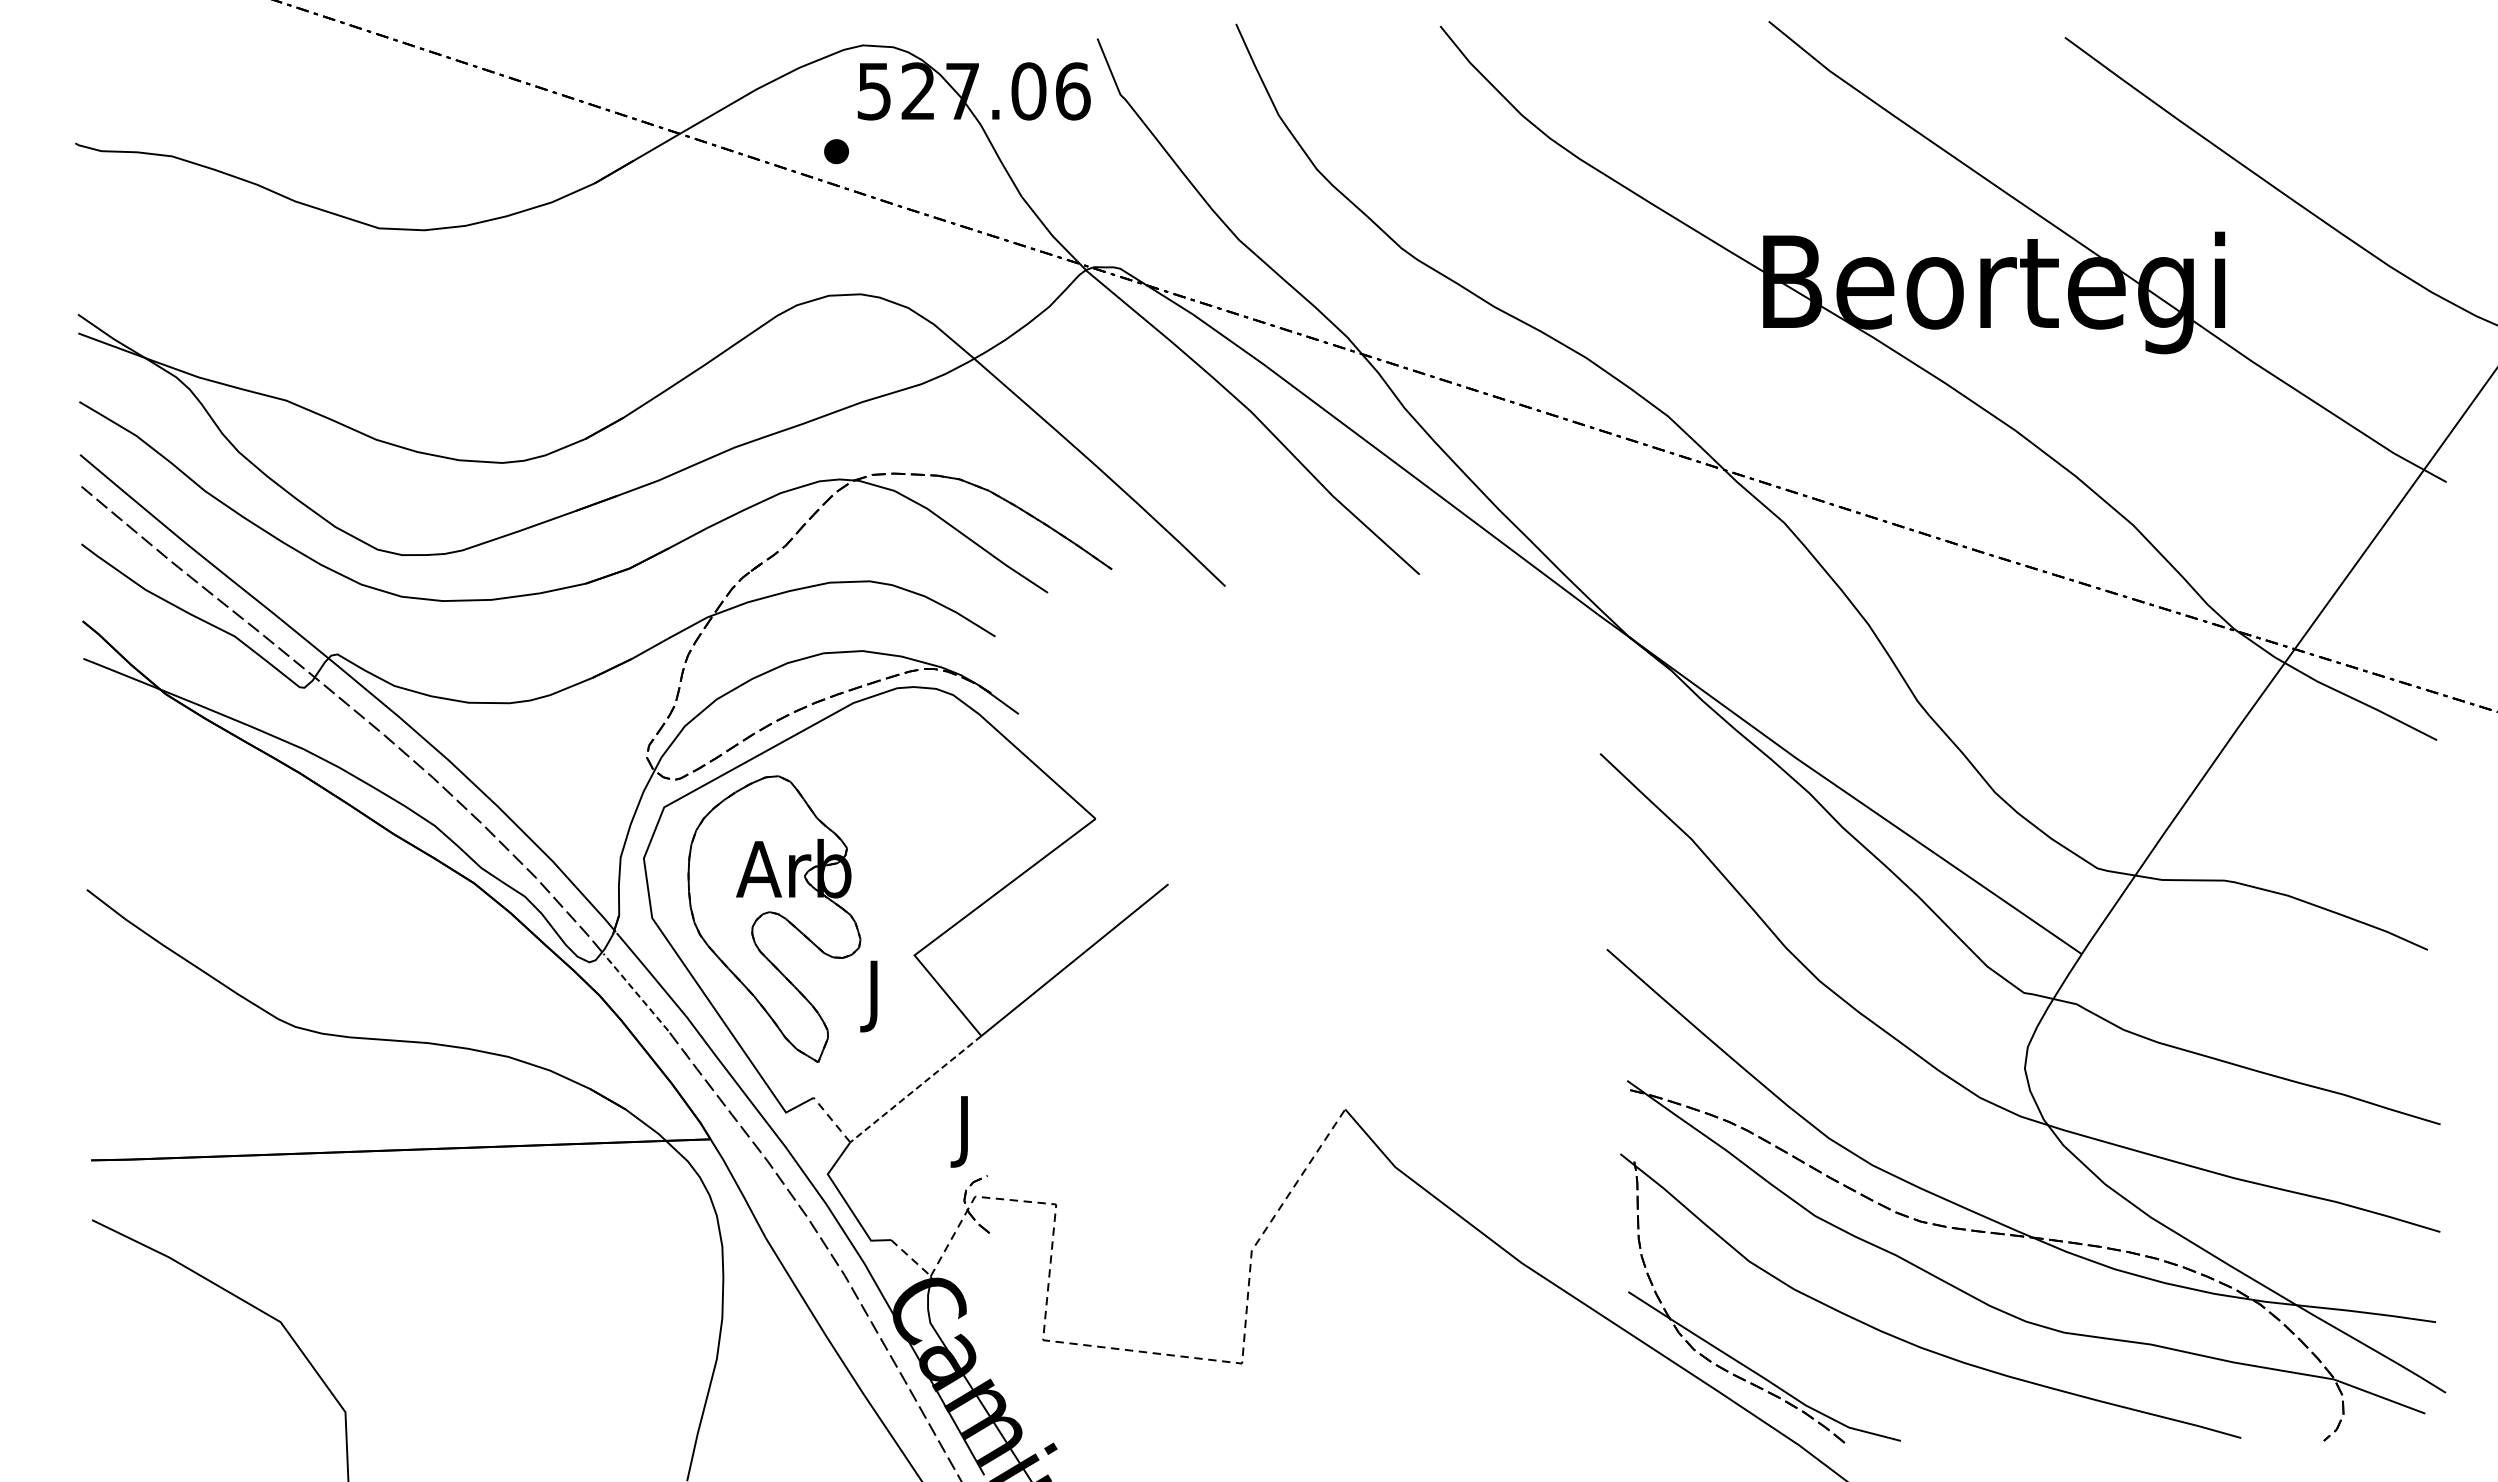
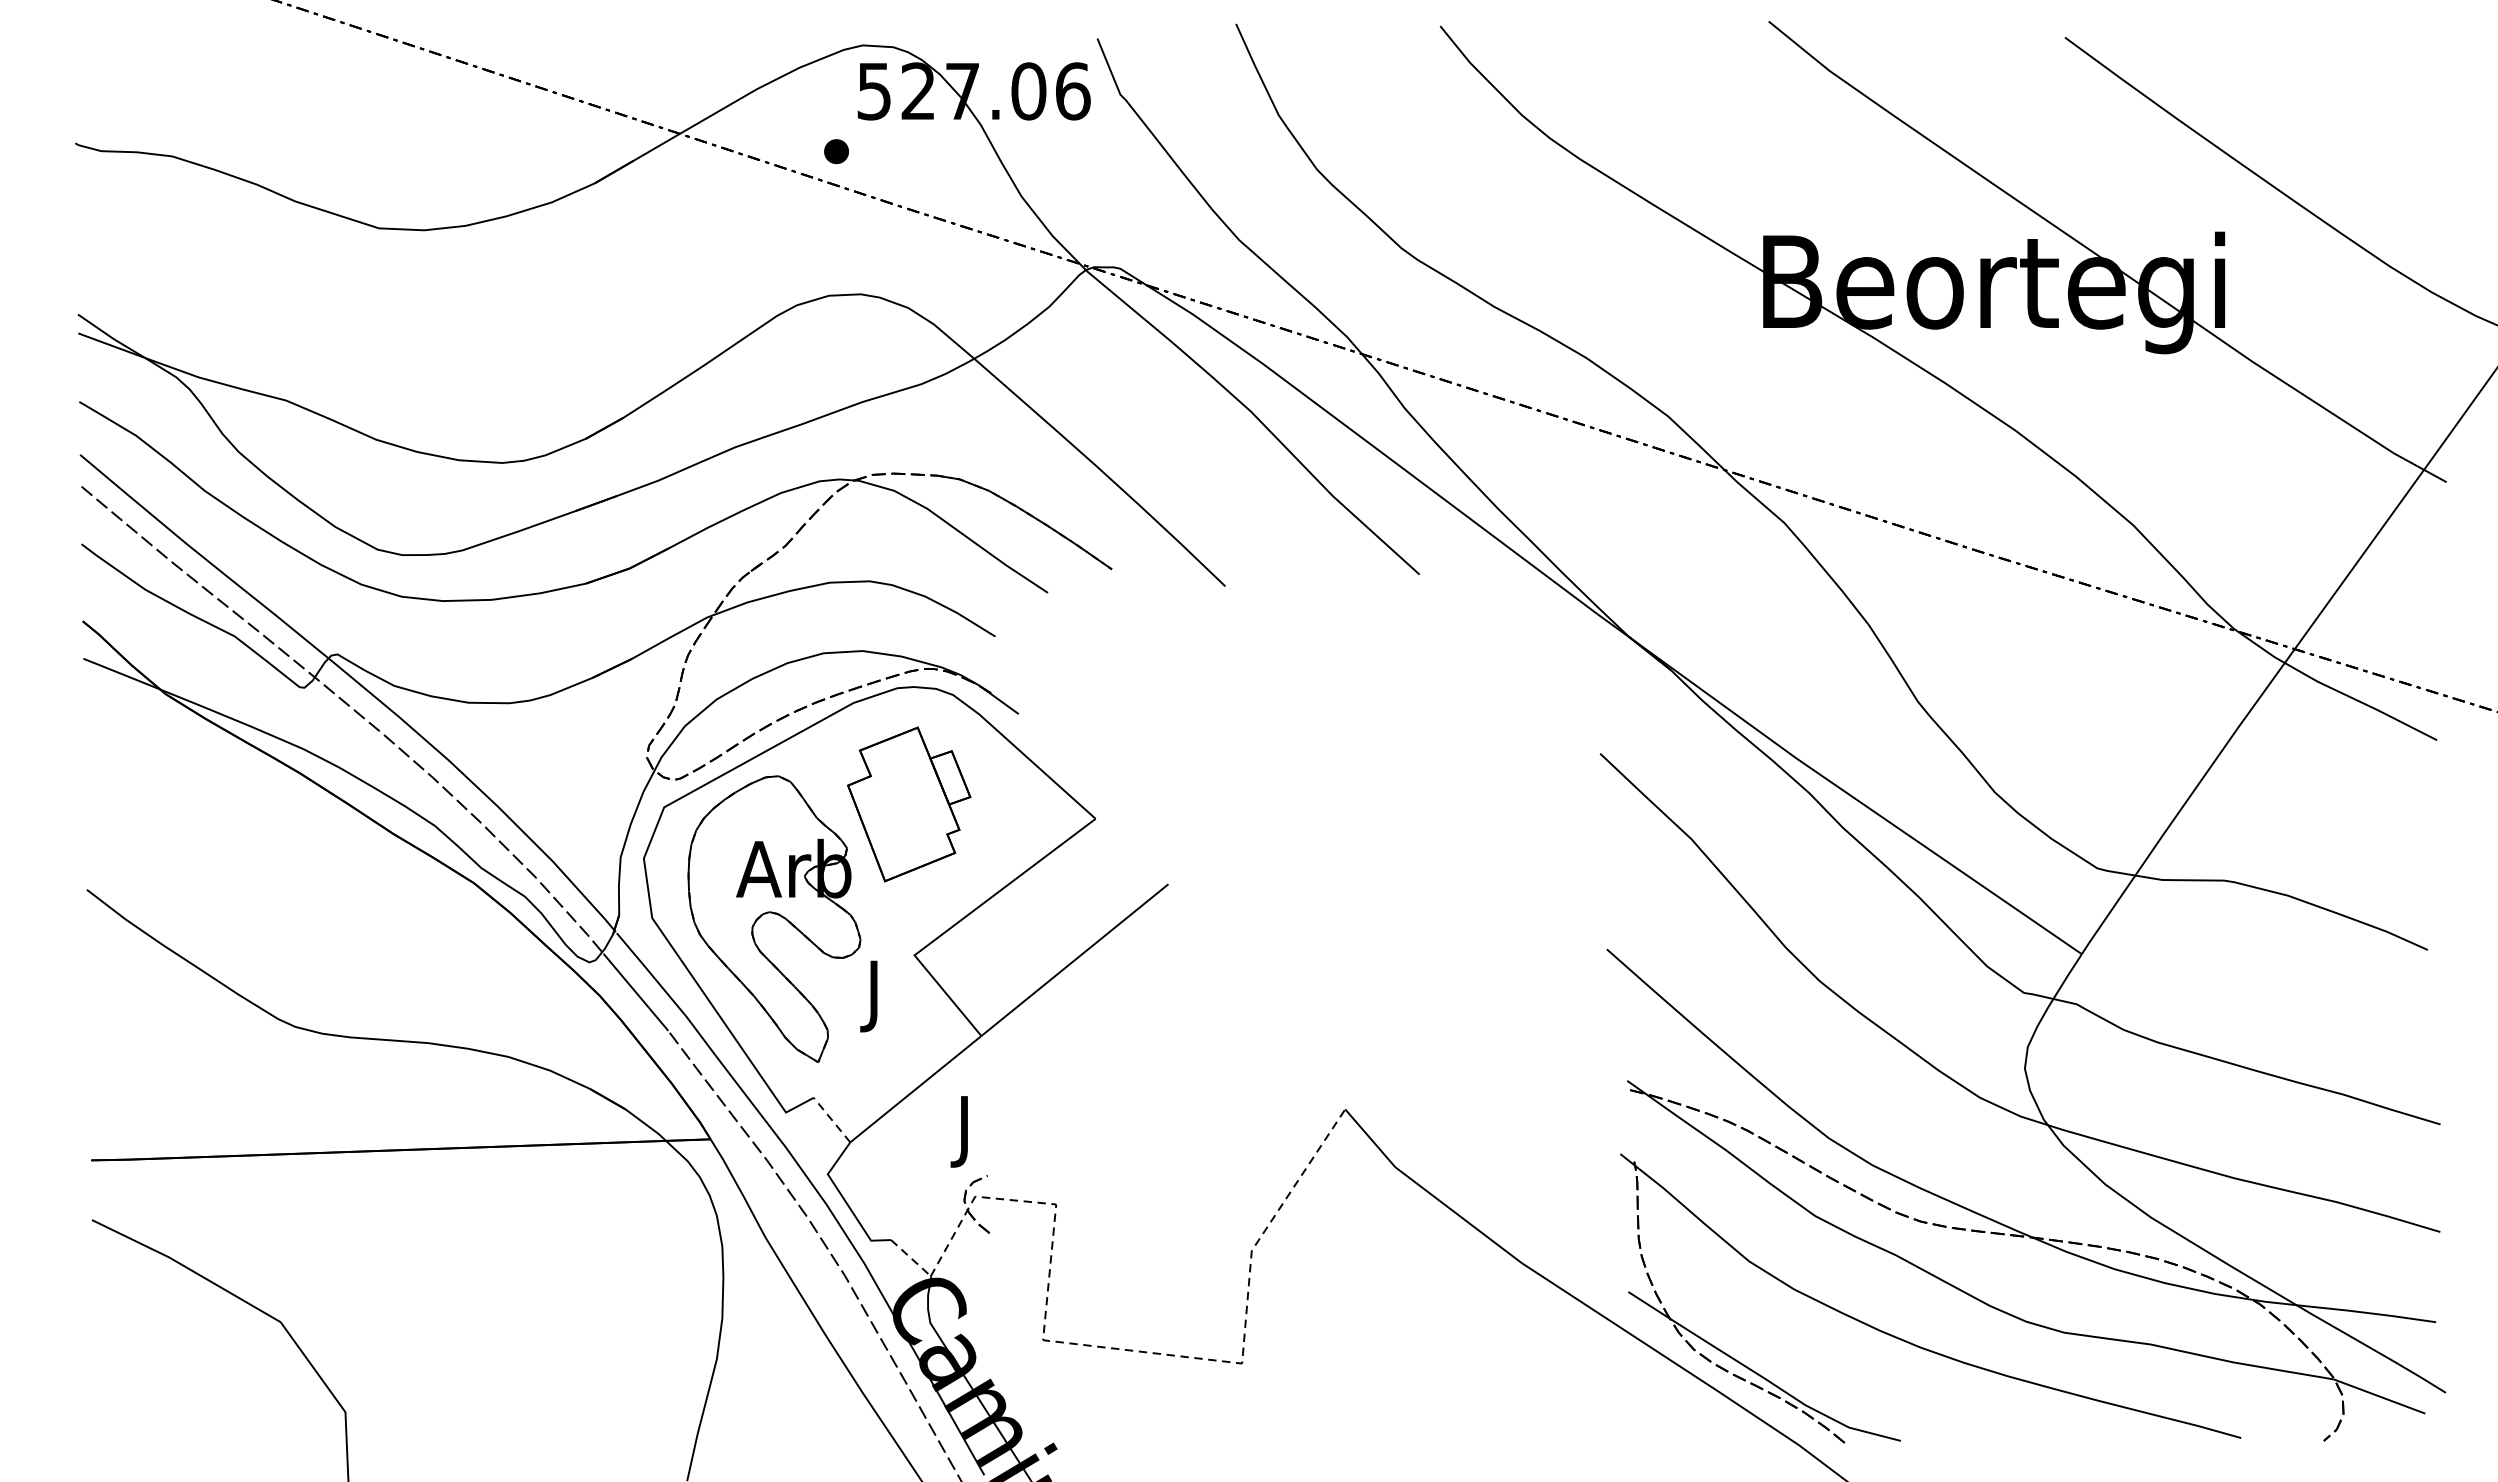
part at (909, 804): none -> present
line at (635, 991): dashed -> solid
line at (915, 1089): dashed -> solid
